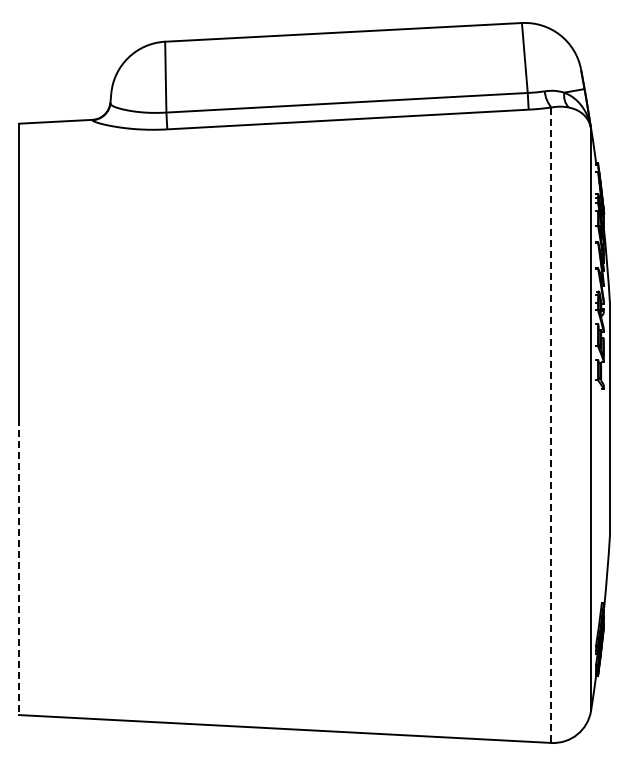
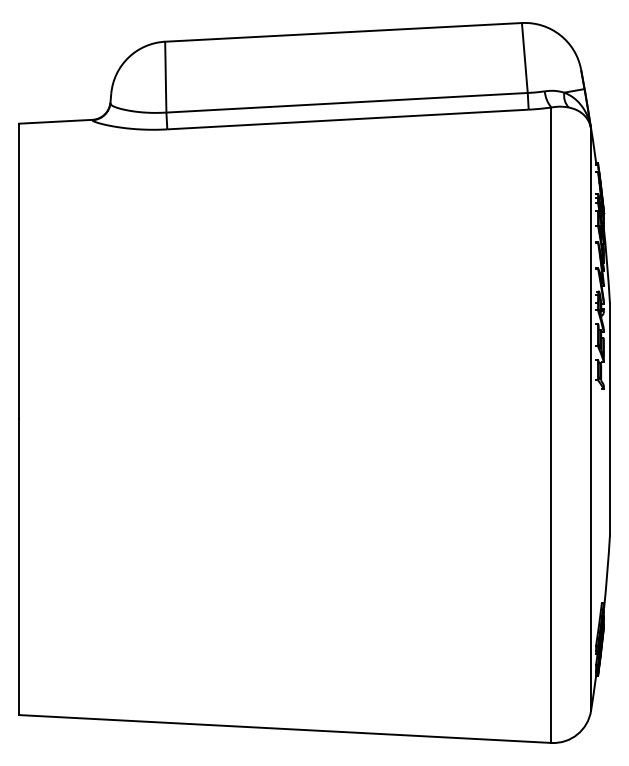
line at (551, 425): dashed -> solid
line at (19, 567): dashed -> solid
